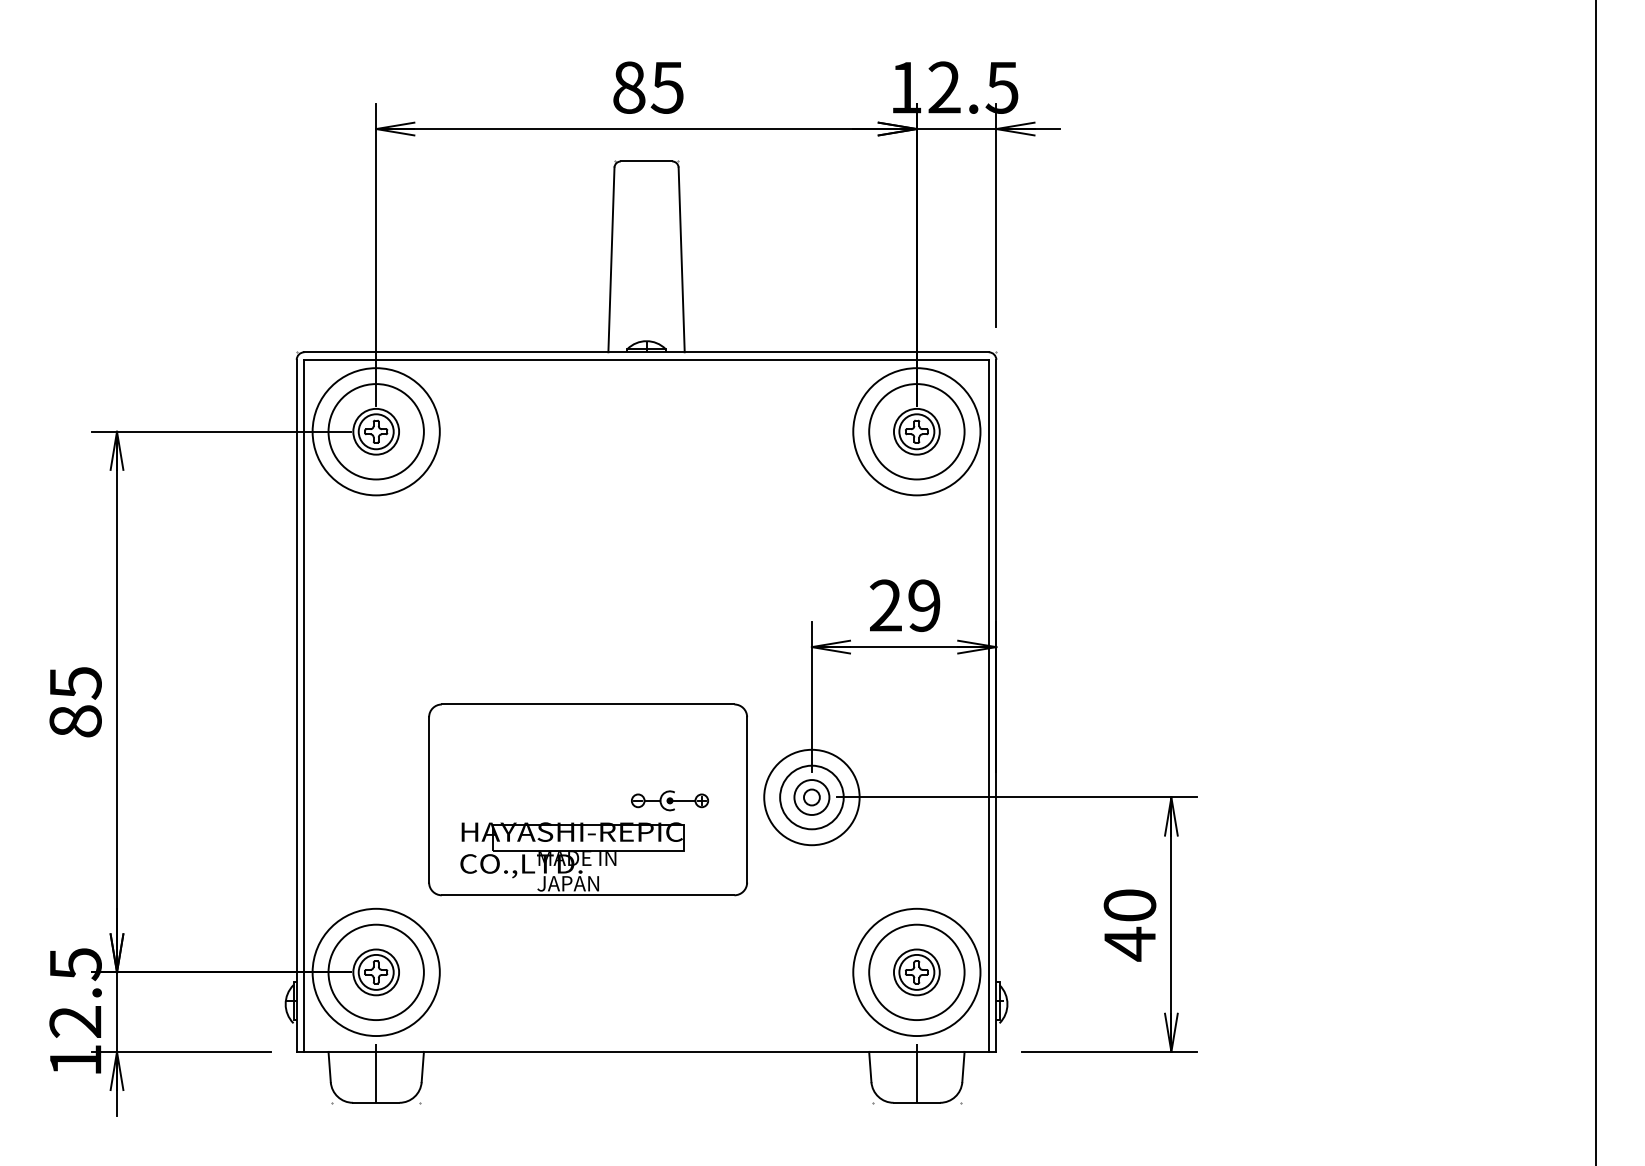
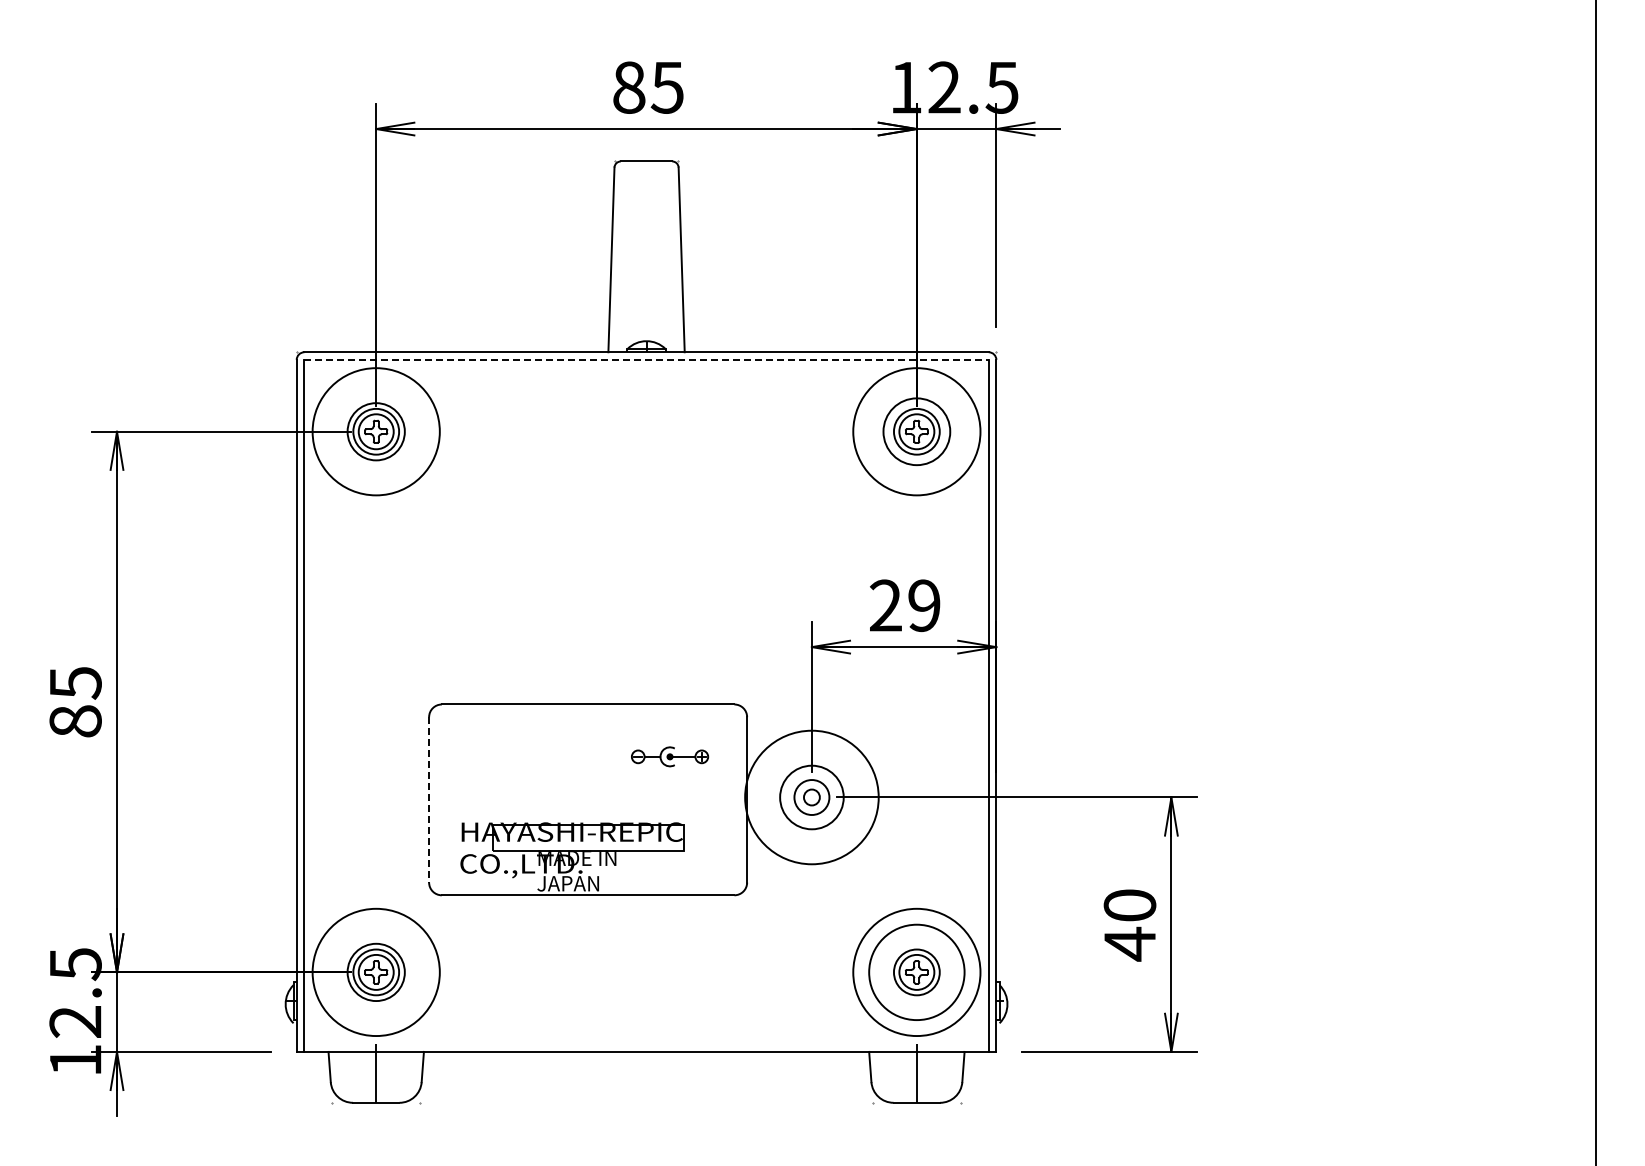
line at (647, 359): solid -> dashed
circle at (375, 431) diameter: 95 px -> 57 px
circle at (916, 431) diameter: 95 px -> 67 px
circle at (811, 797) diameter: 95 px -> 134 px
line at (429, 799): solid -> dashed
part at (669, 800) position: (669, 800) -> (669, 756)
circle at (375, 972) diameter: 95 px -> 57 px
